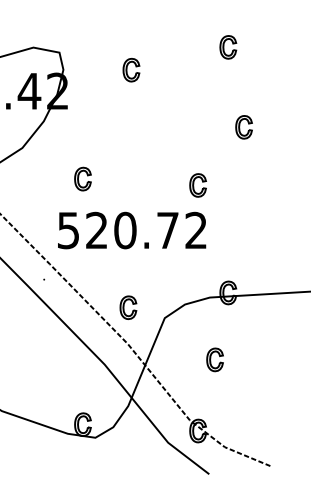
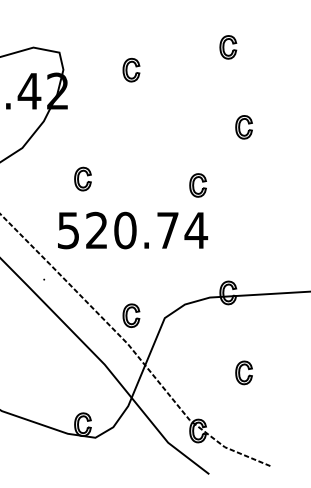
text at (196, 229): 520.72 -> 520.74
part at (128, 307) position: (128, 307) -> (131, 315)
part at (214, 359) position: (214, 359) -> (243, 372)
